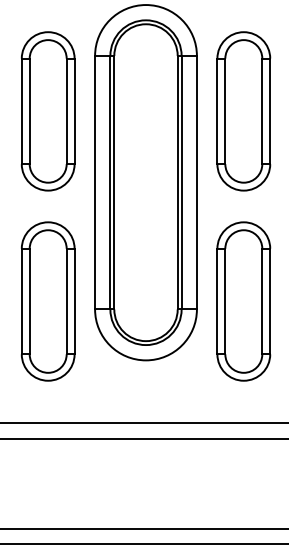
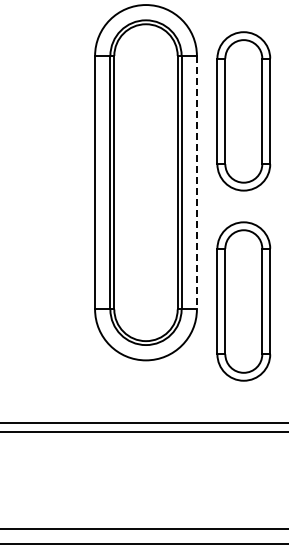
part at (47, 111): present -> none
line at (196, 182): solid -> dashed
part at (47, 301): present -> none
line at (143, 438) position: (143, 438) -> (143, 431)
